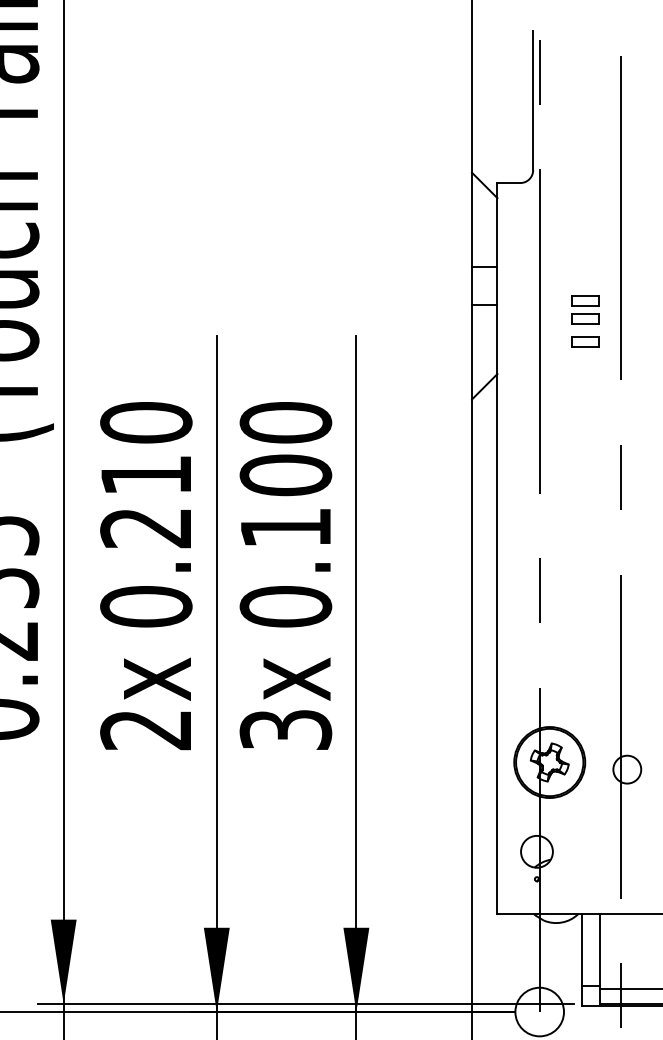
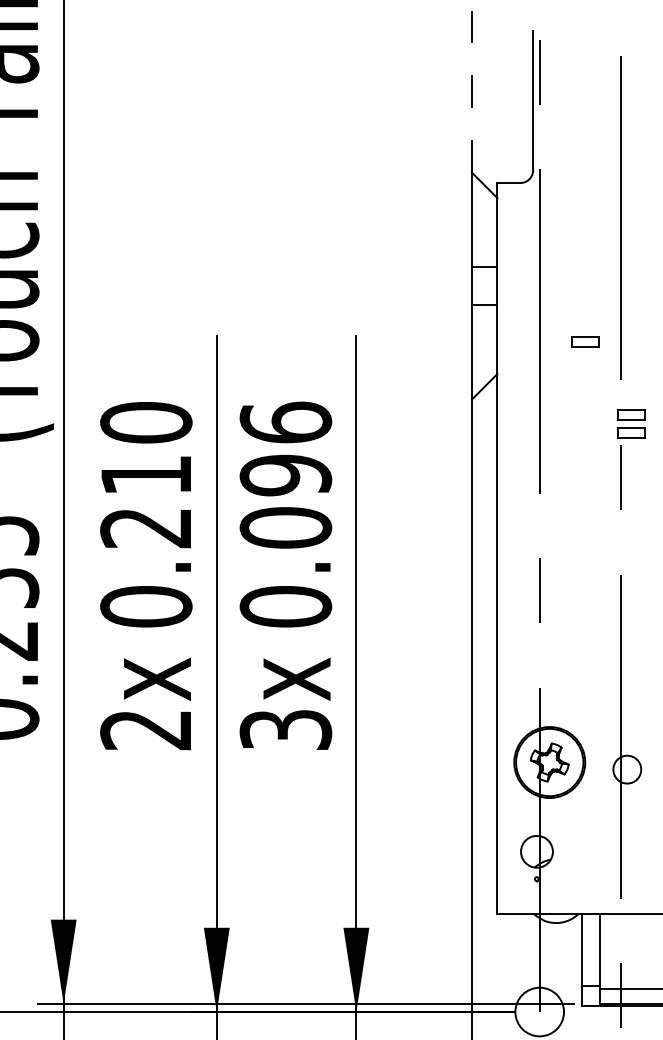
line at (471, 86): solid -> dashed
part at (585, 309) position: (585, 309) -> (631, 423)
text at (285, 474): 0.100 -> 0.096
